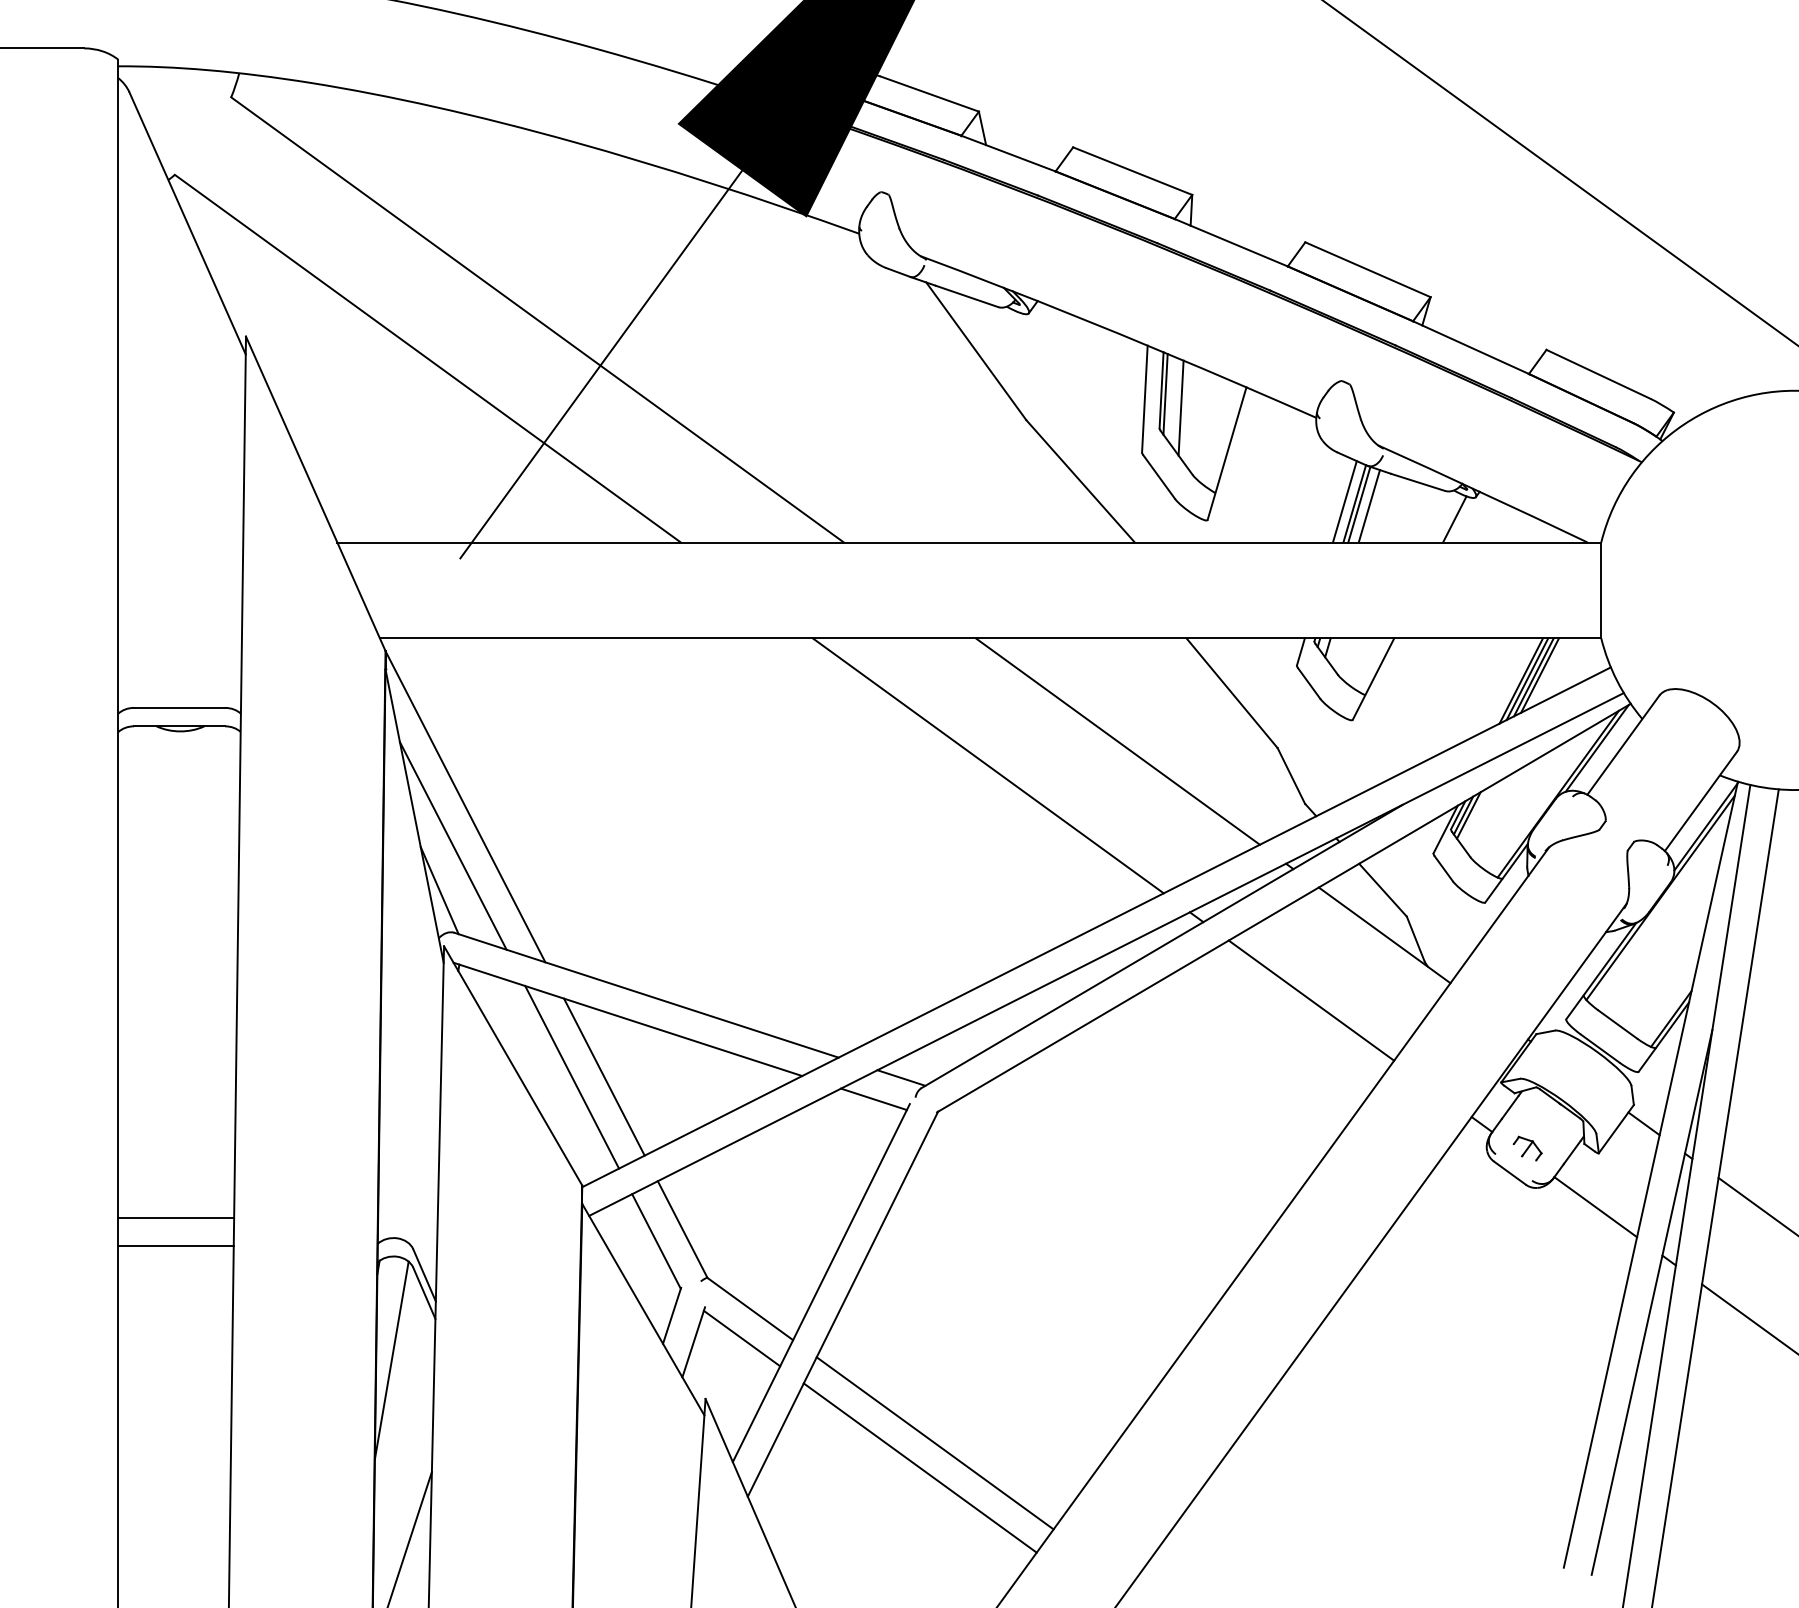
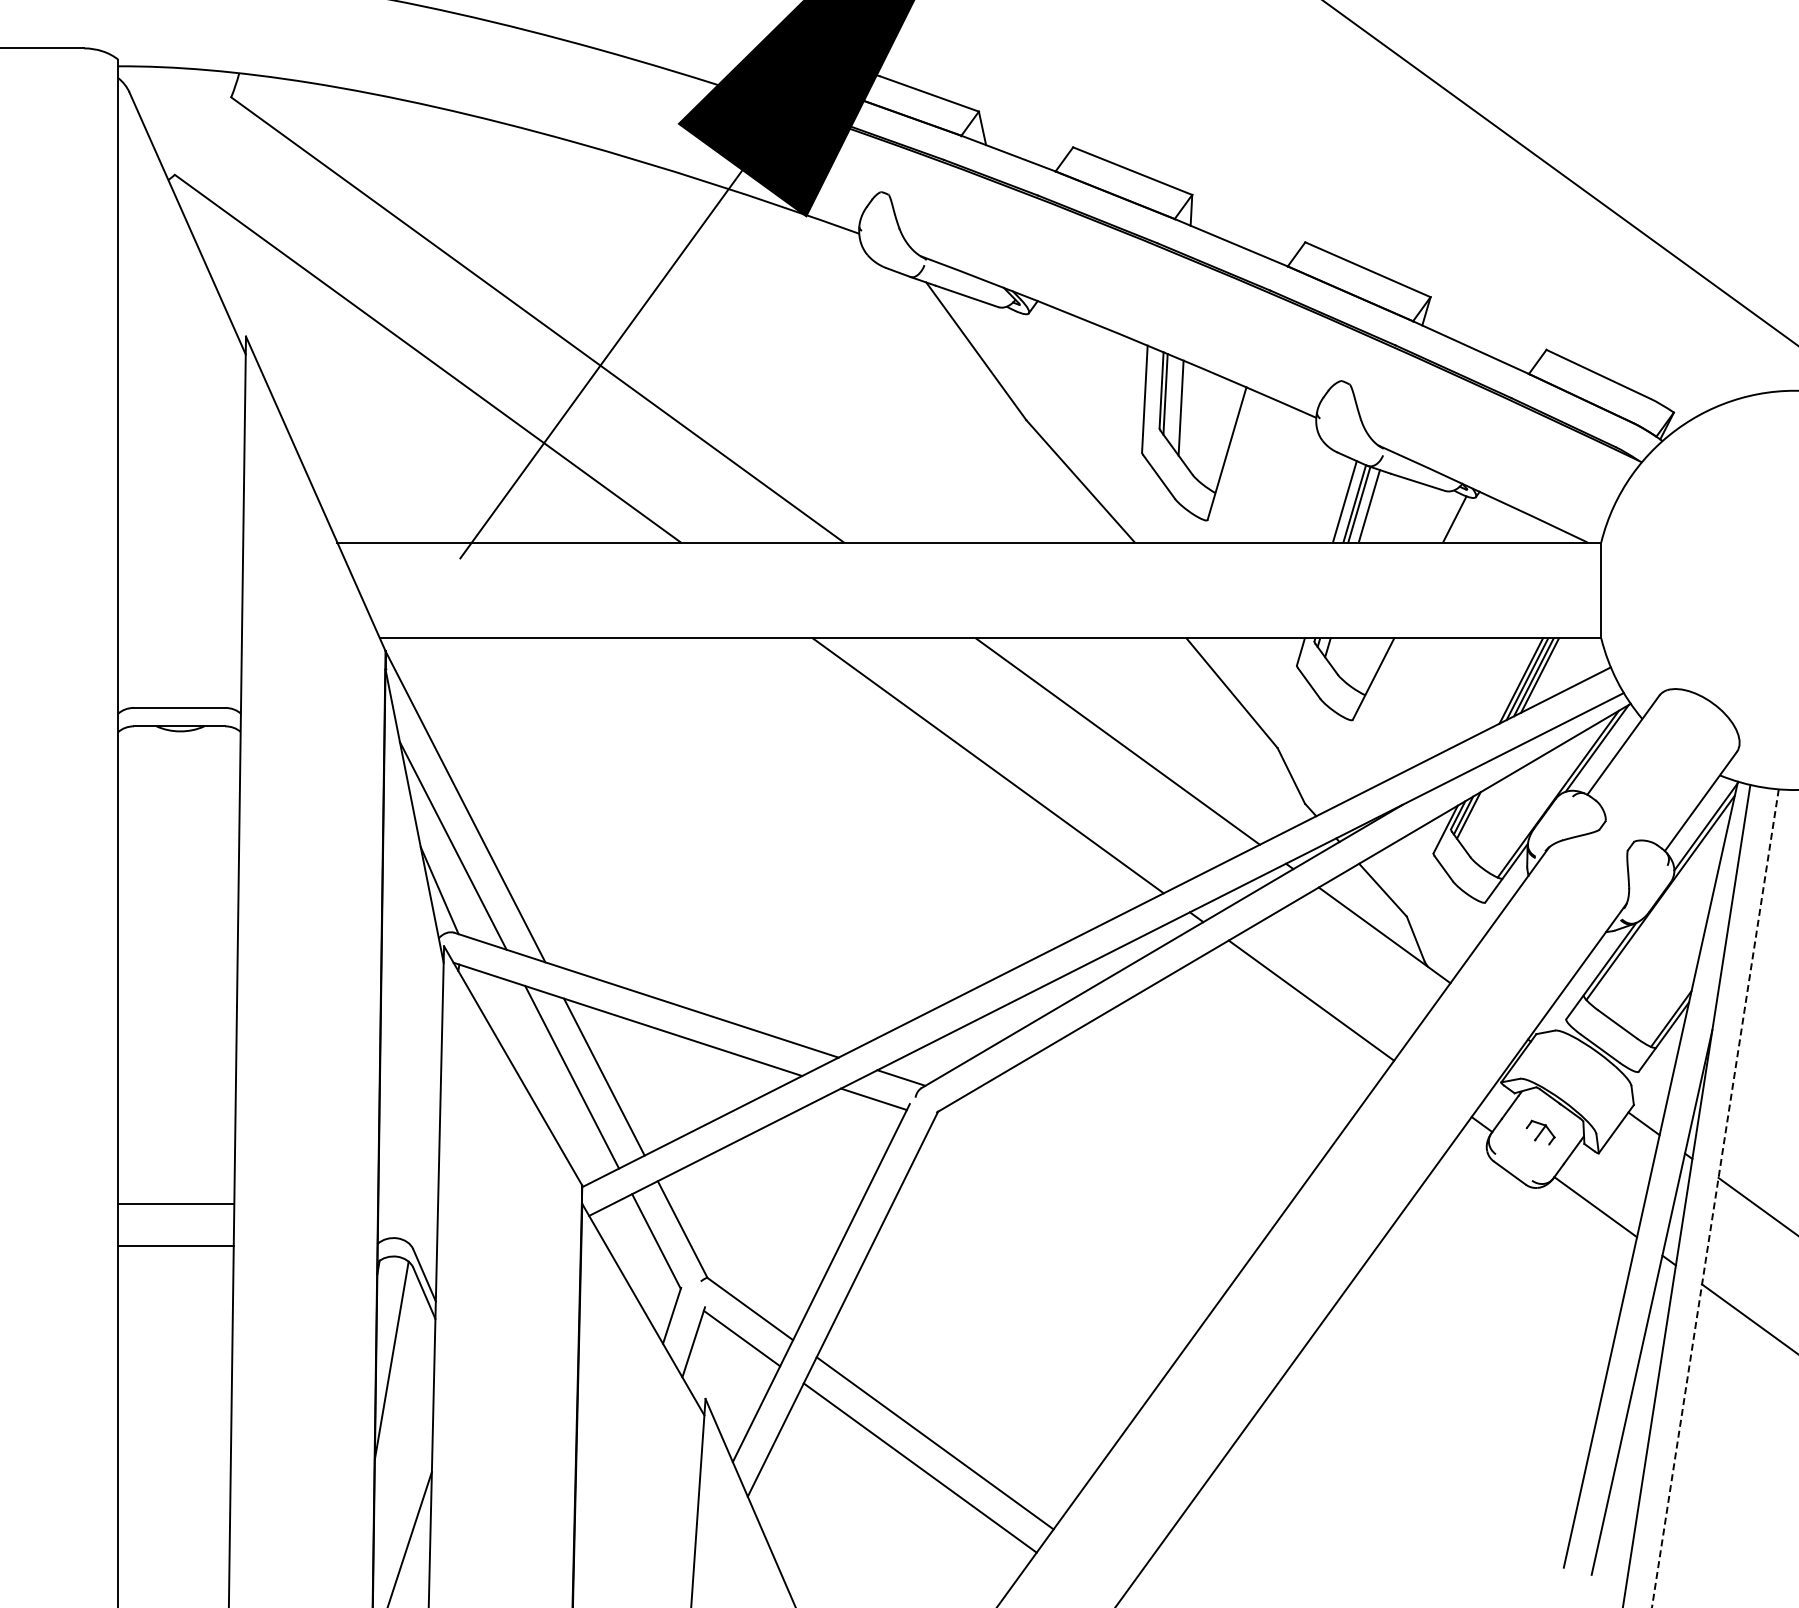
part at (1527, 1148) position: (1527, 1148) -> (1540, 1132)
line at (1715, 1198): solid -> dashed
line at (176, 1217) position: (176, 1217) -> (176, 1203)
